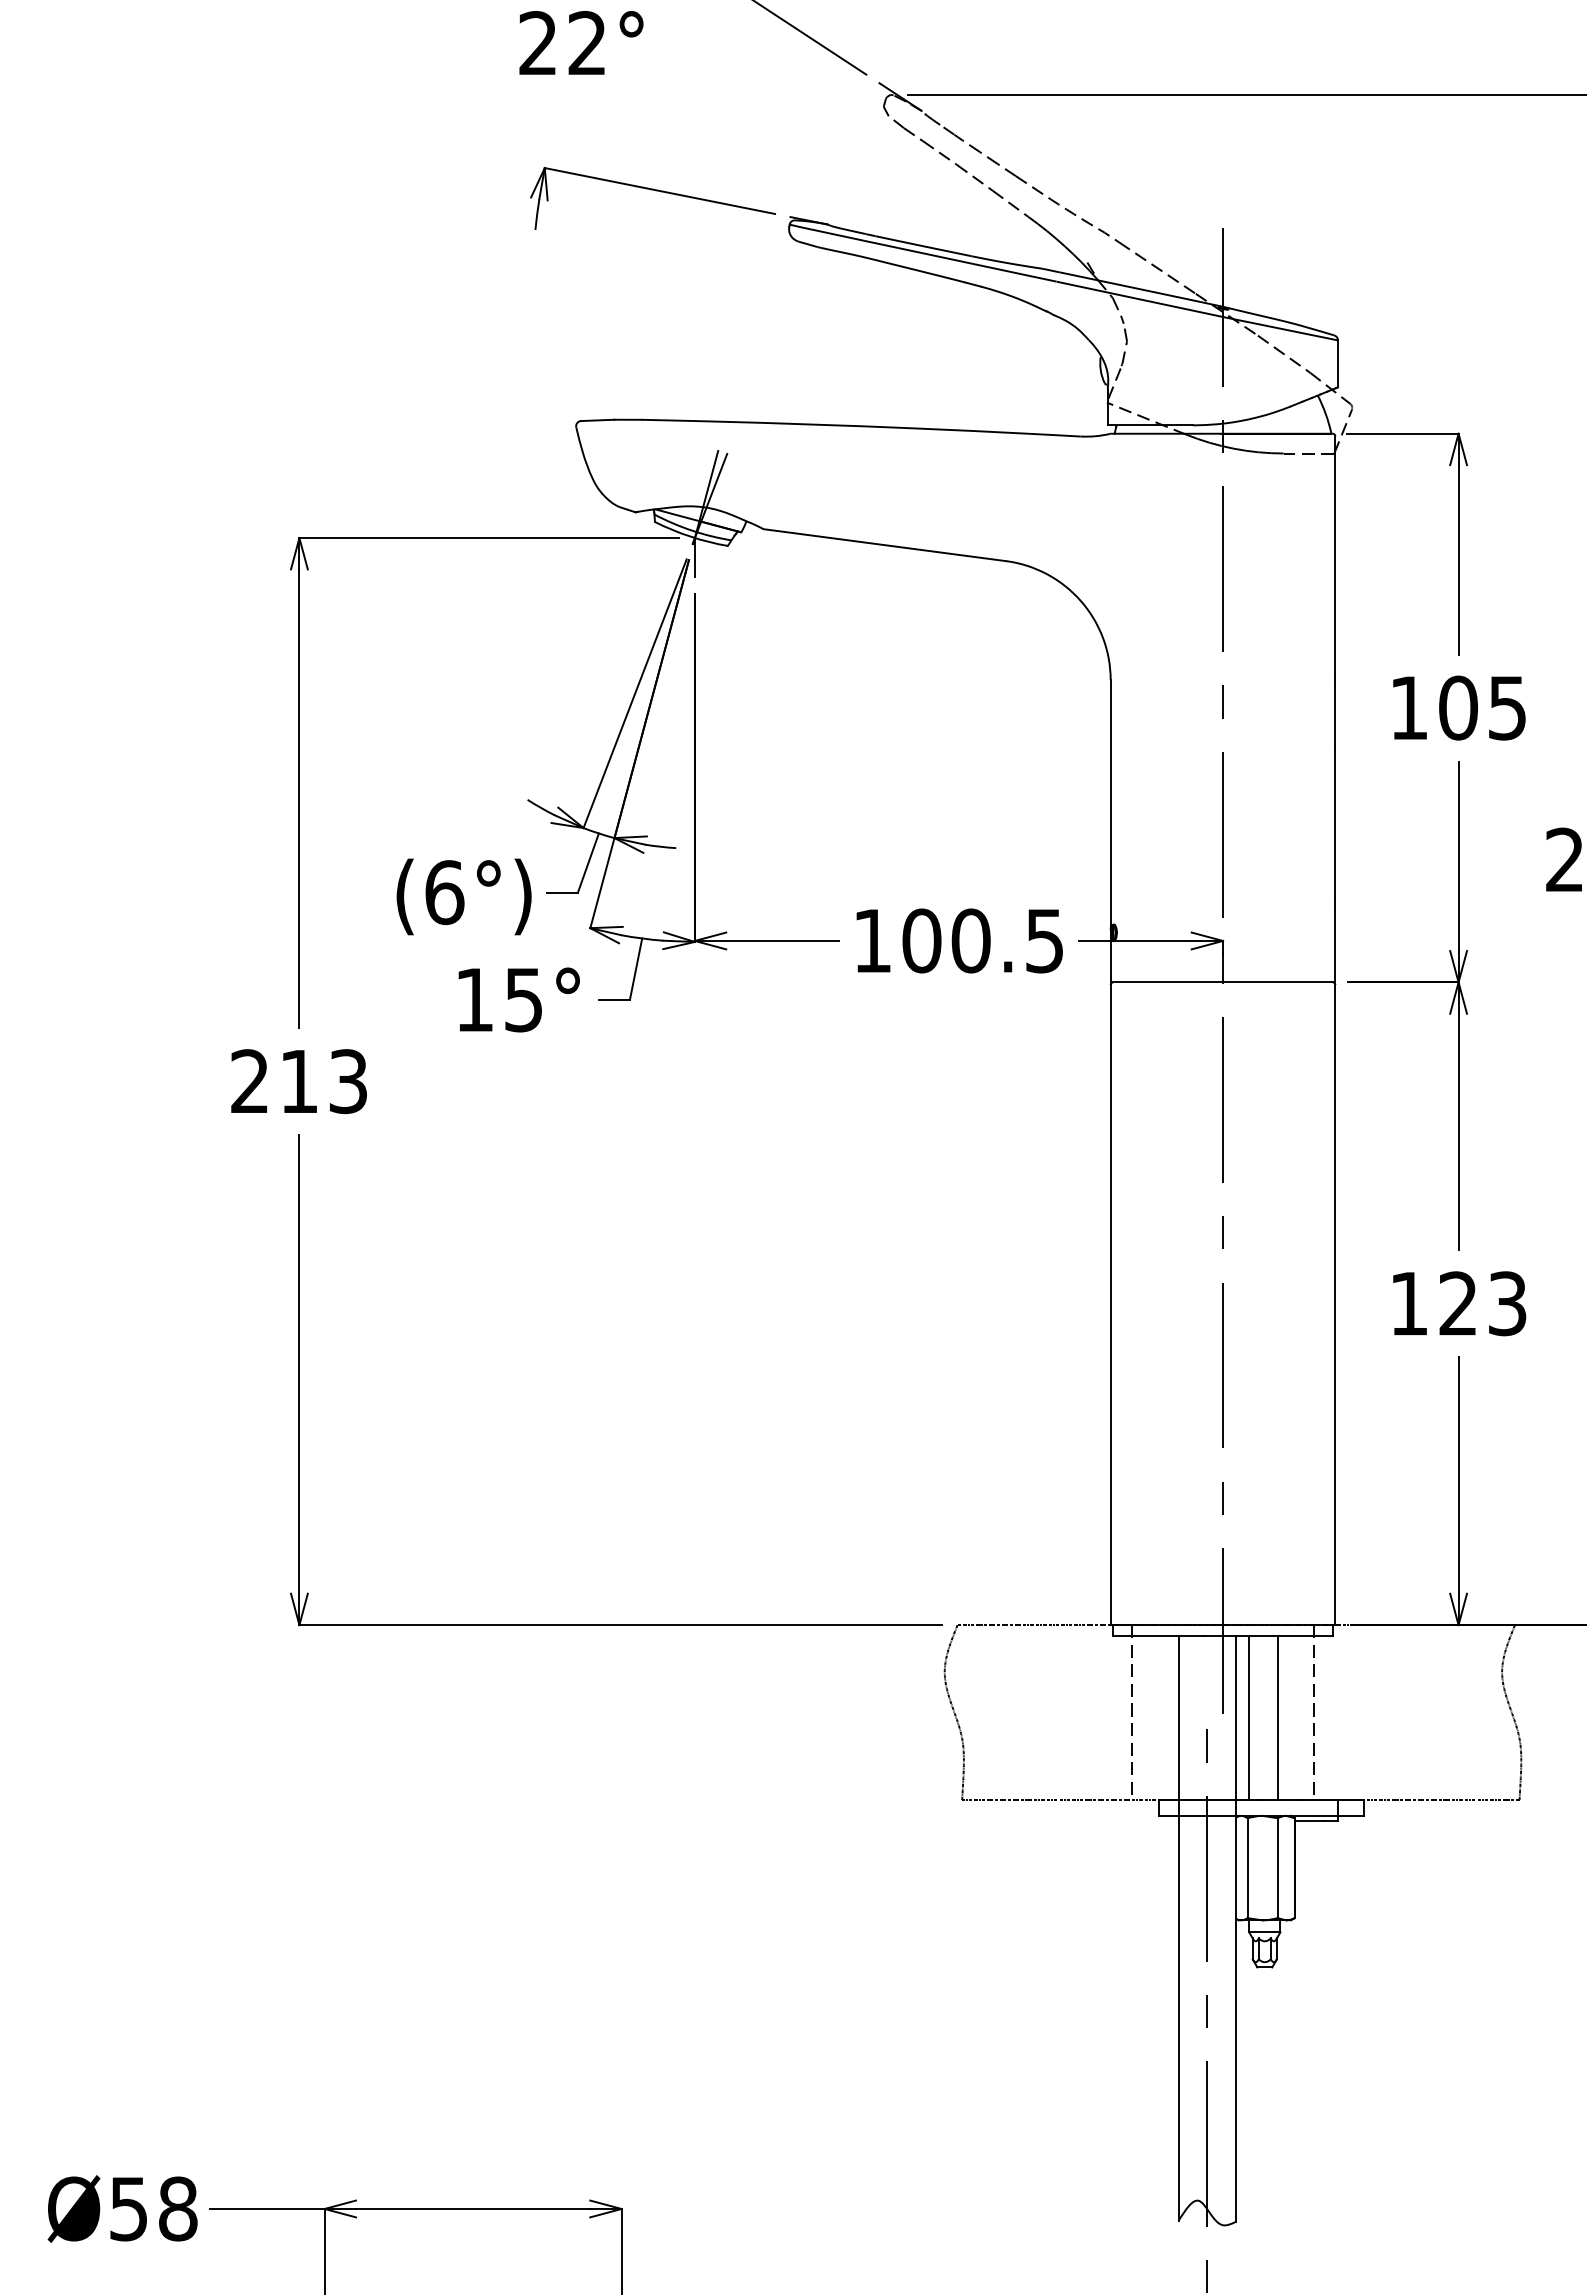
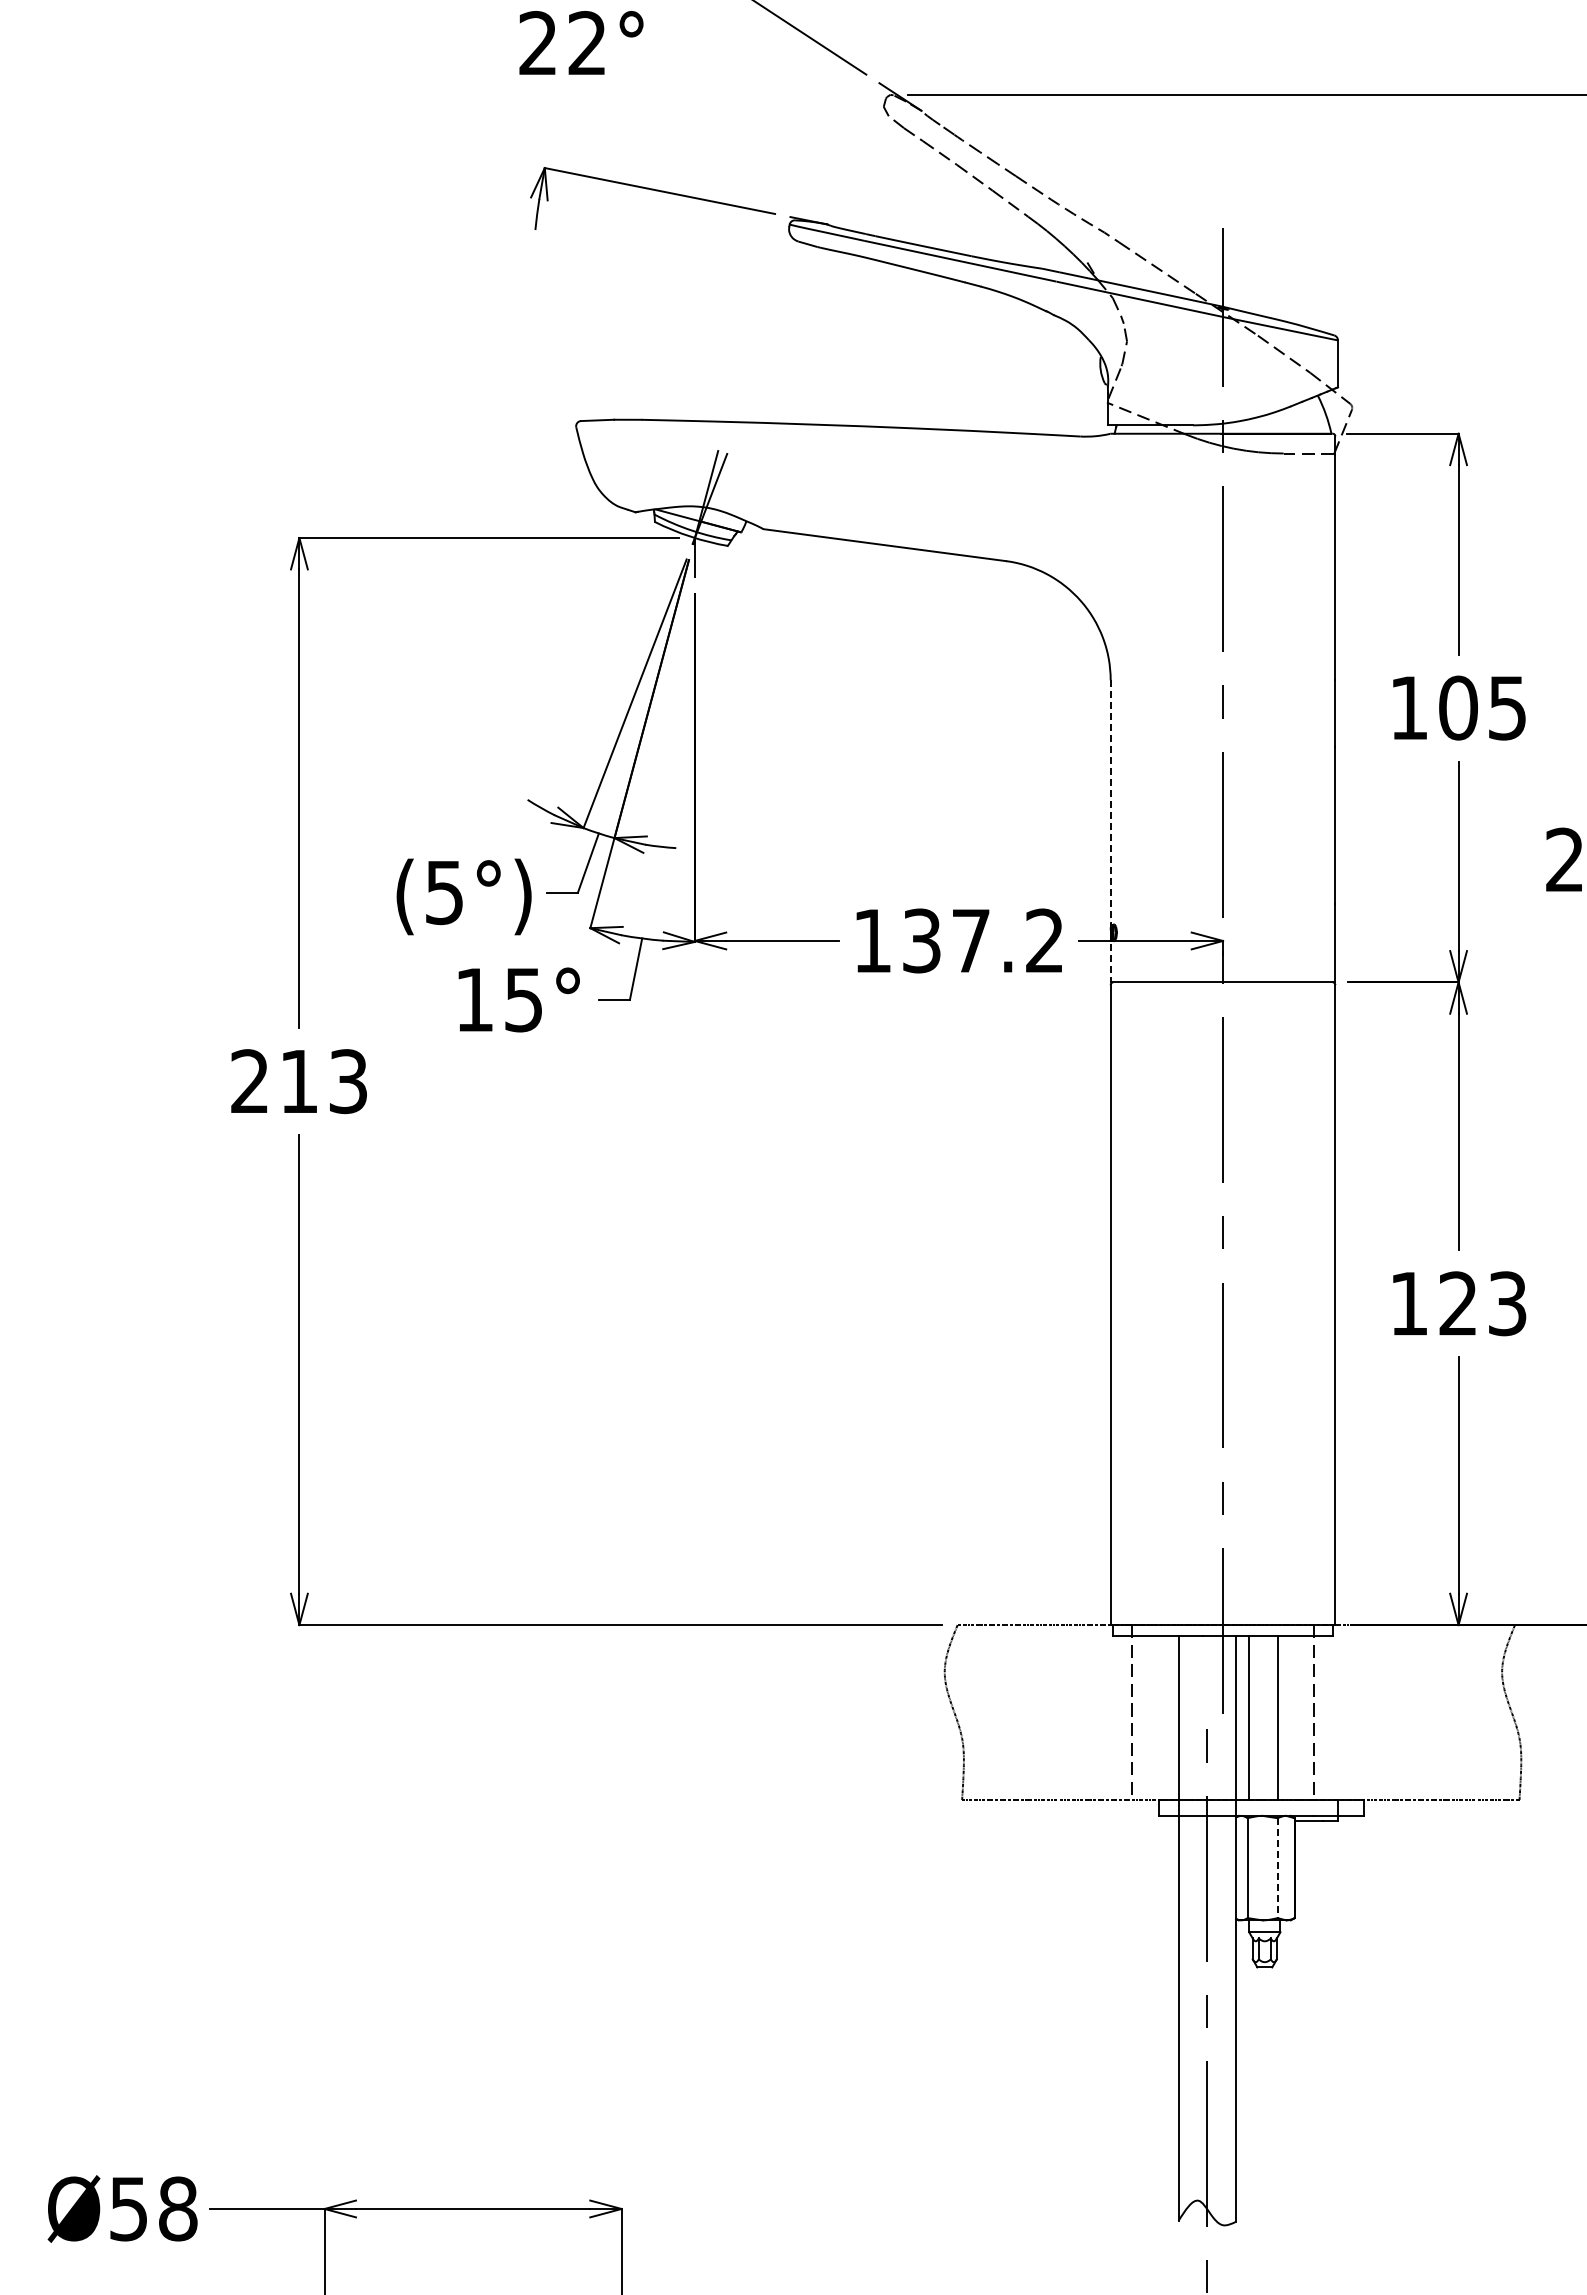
line at (1110, 831): solid -> dashed
text at (444, 892): (6°) -> (5°)
text at (982, 940): 100.5 -> 137.2
line at (1277, 1868): solid -> dashed
